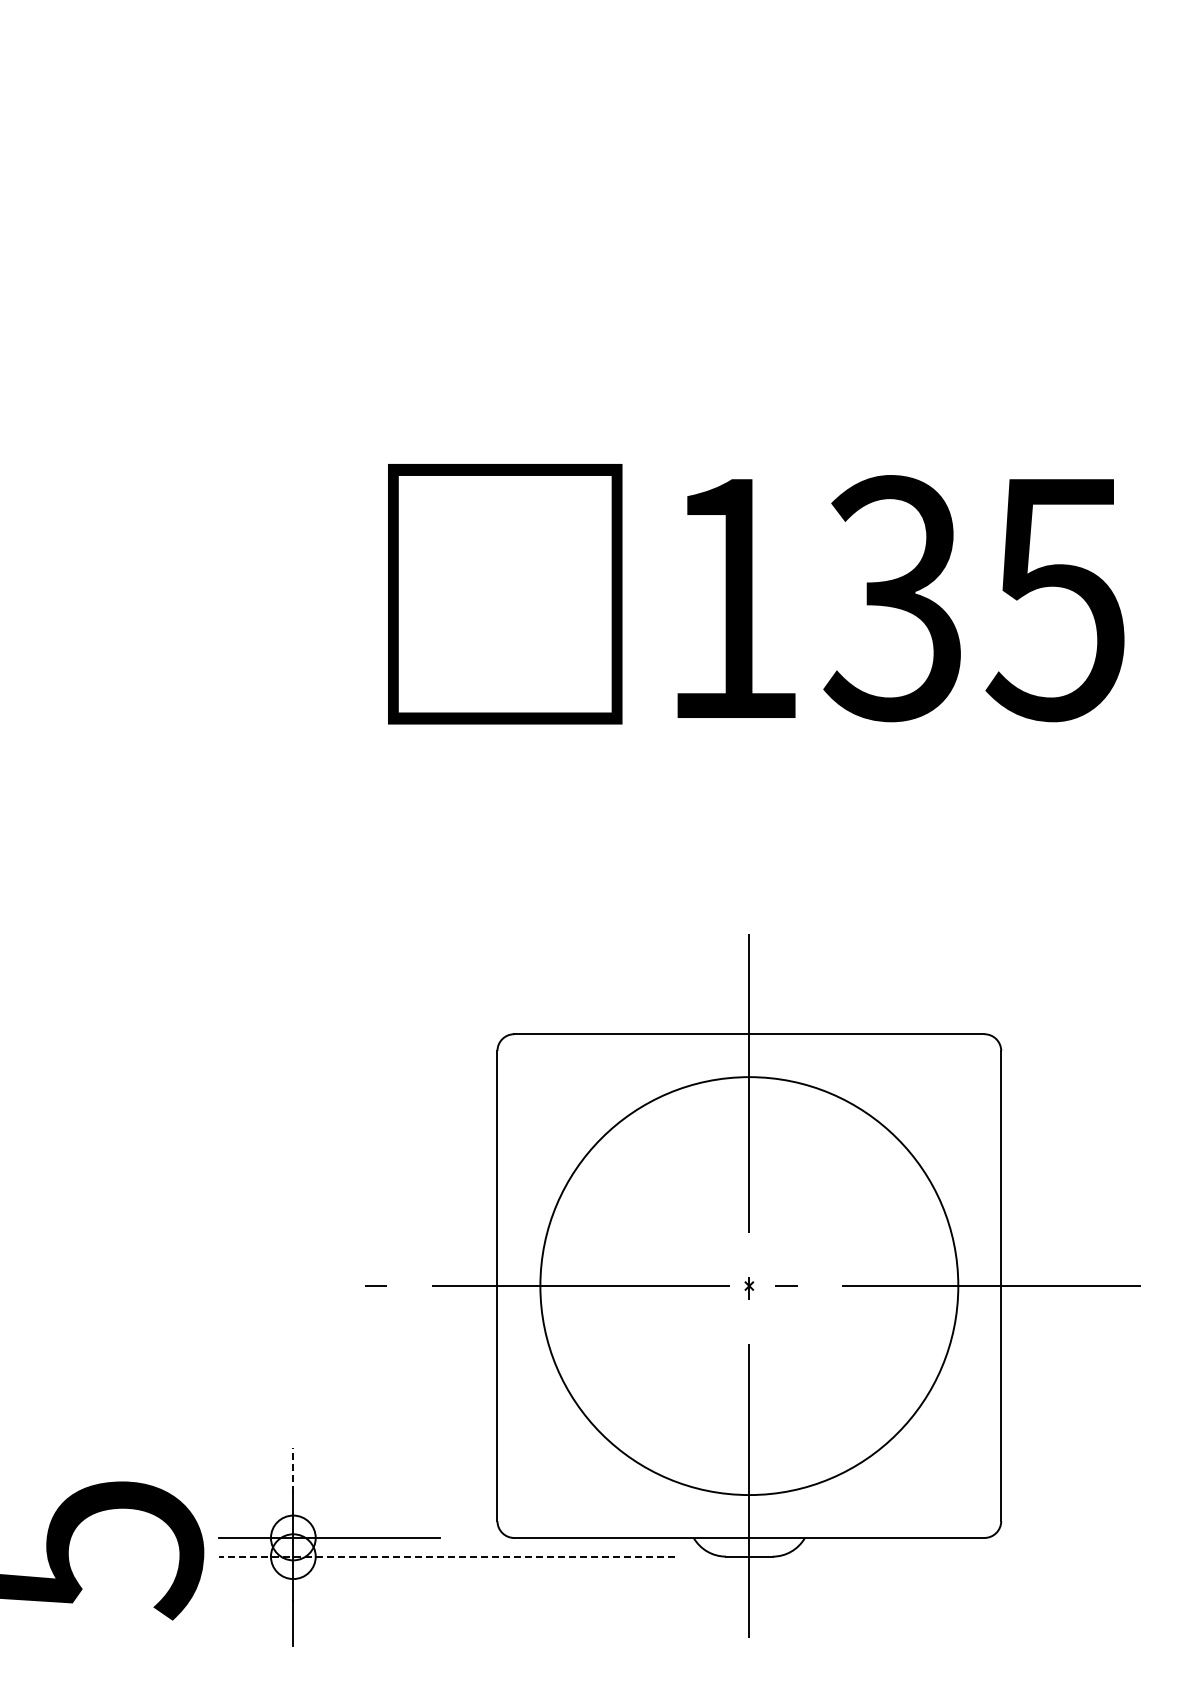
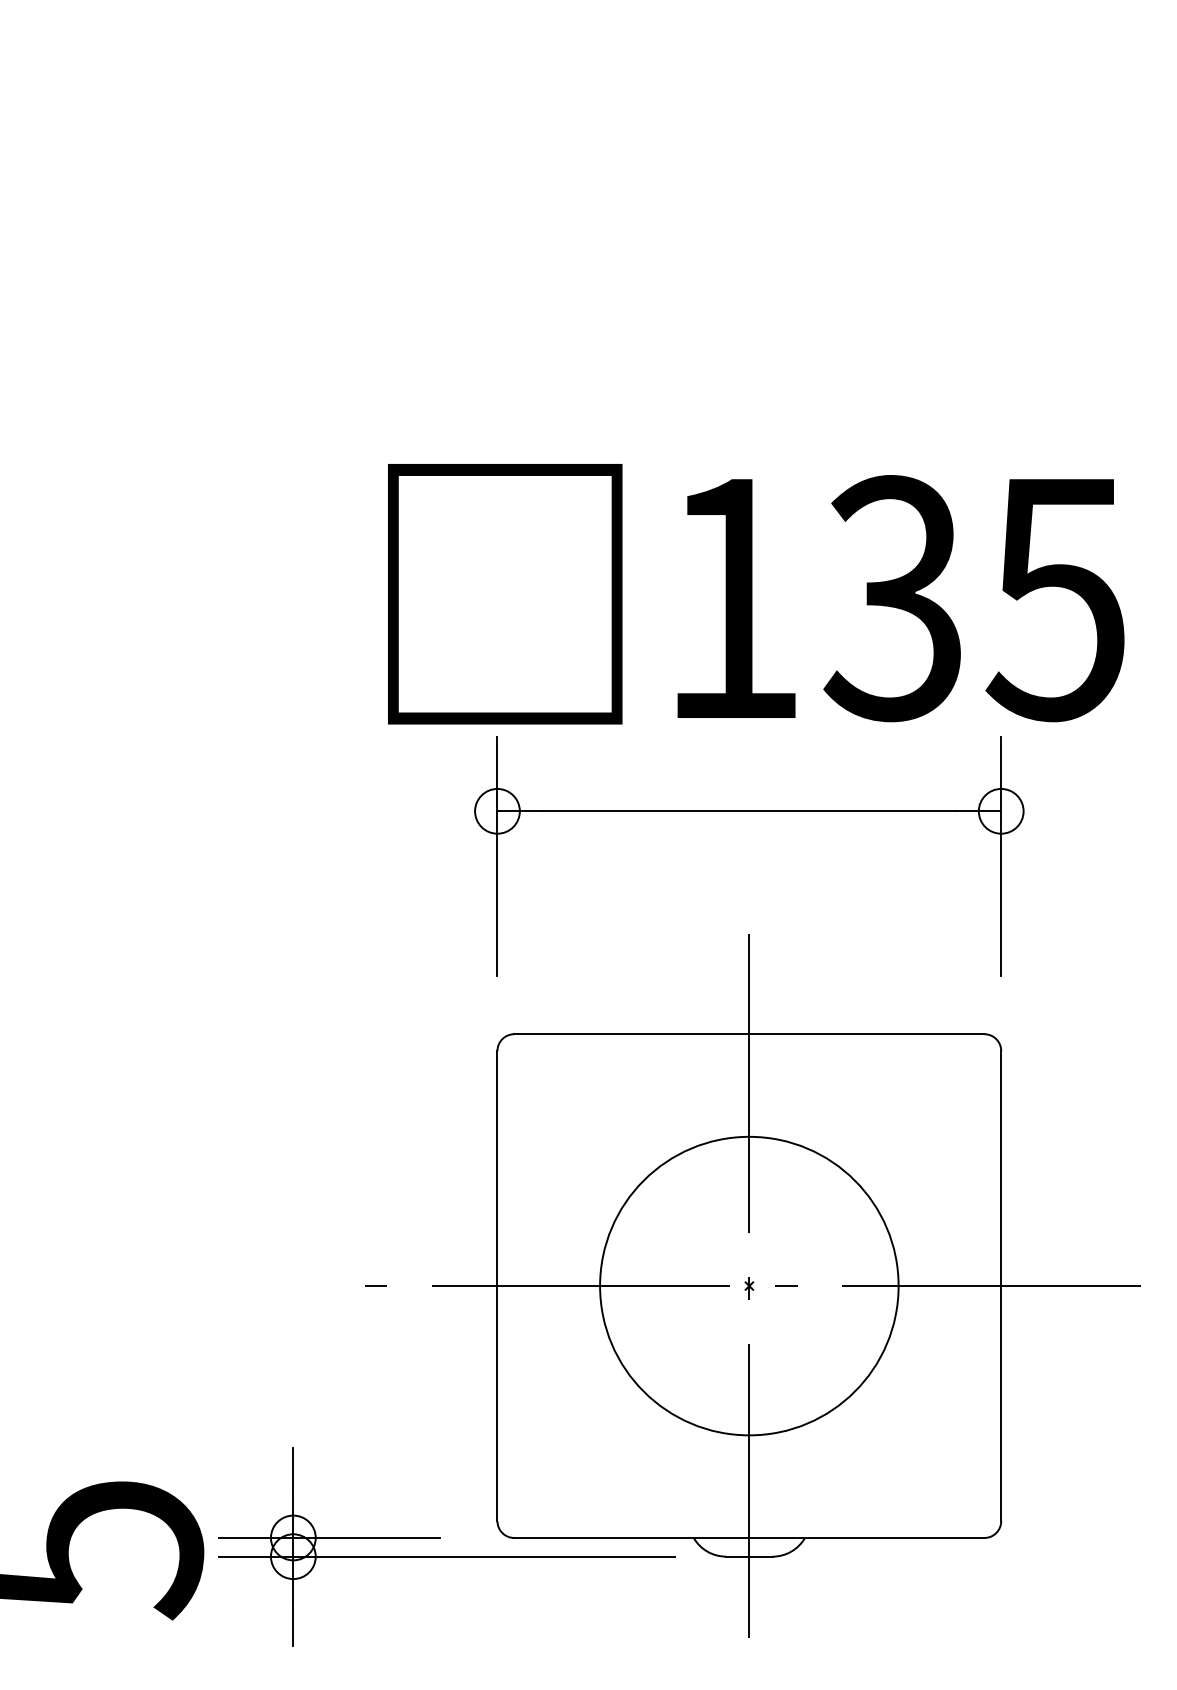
part at (749, 811): none -> present
circle at (749, 1286) diameter: 418 px -> 299 px
line at (293, 1470): dashed -> solid
line at (446, 1556): dashed -> solid
